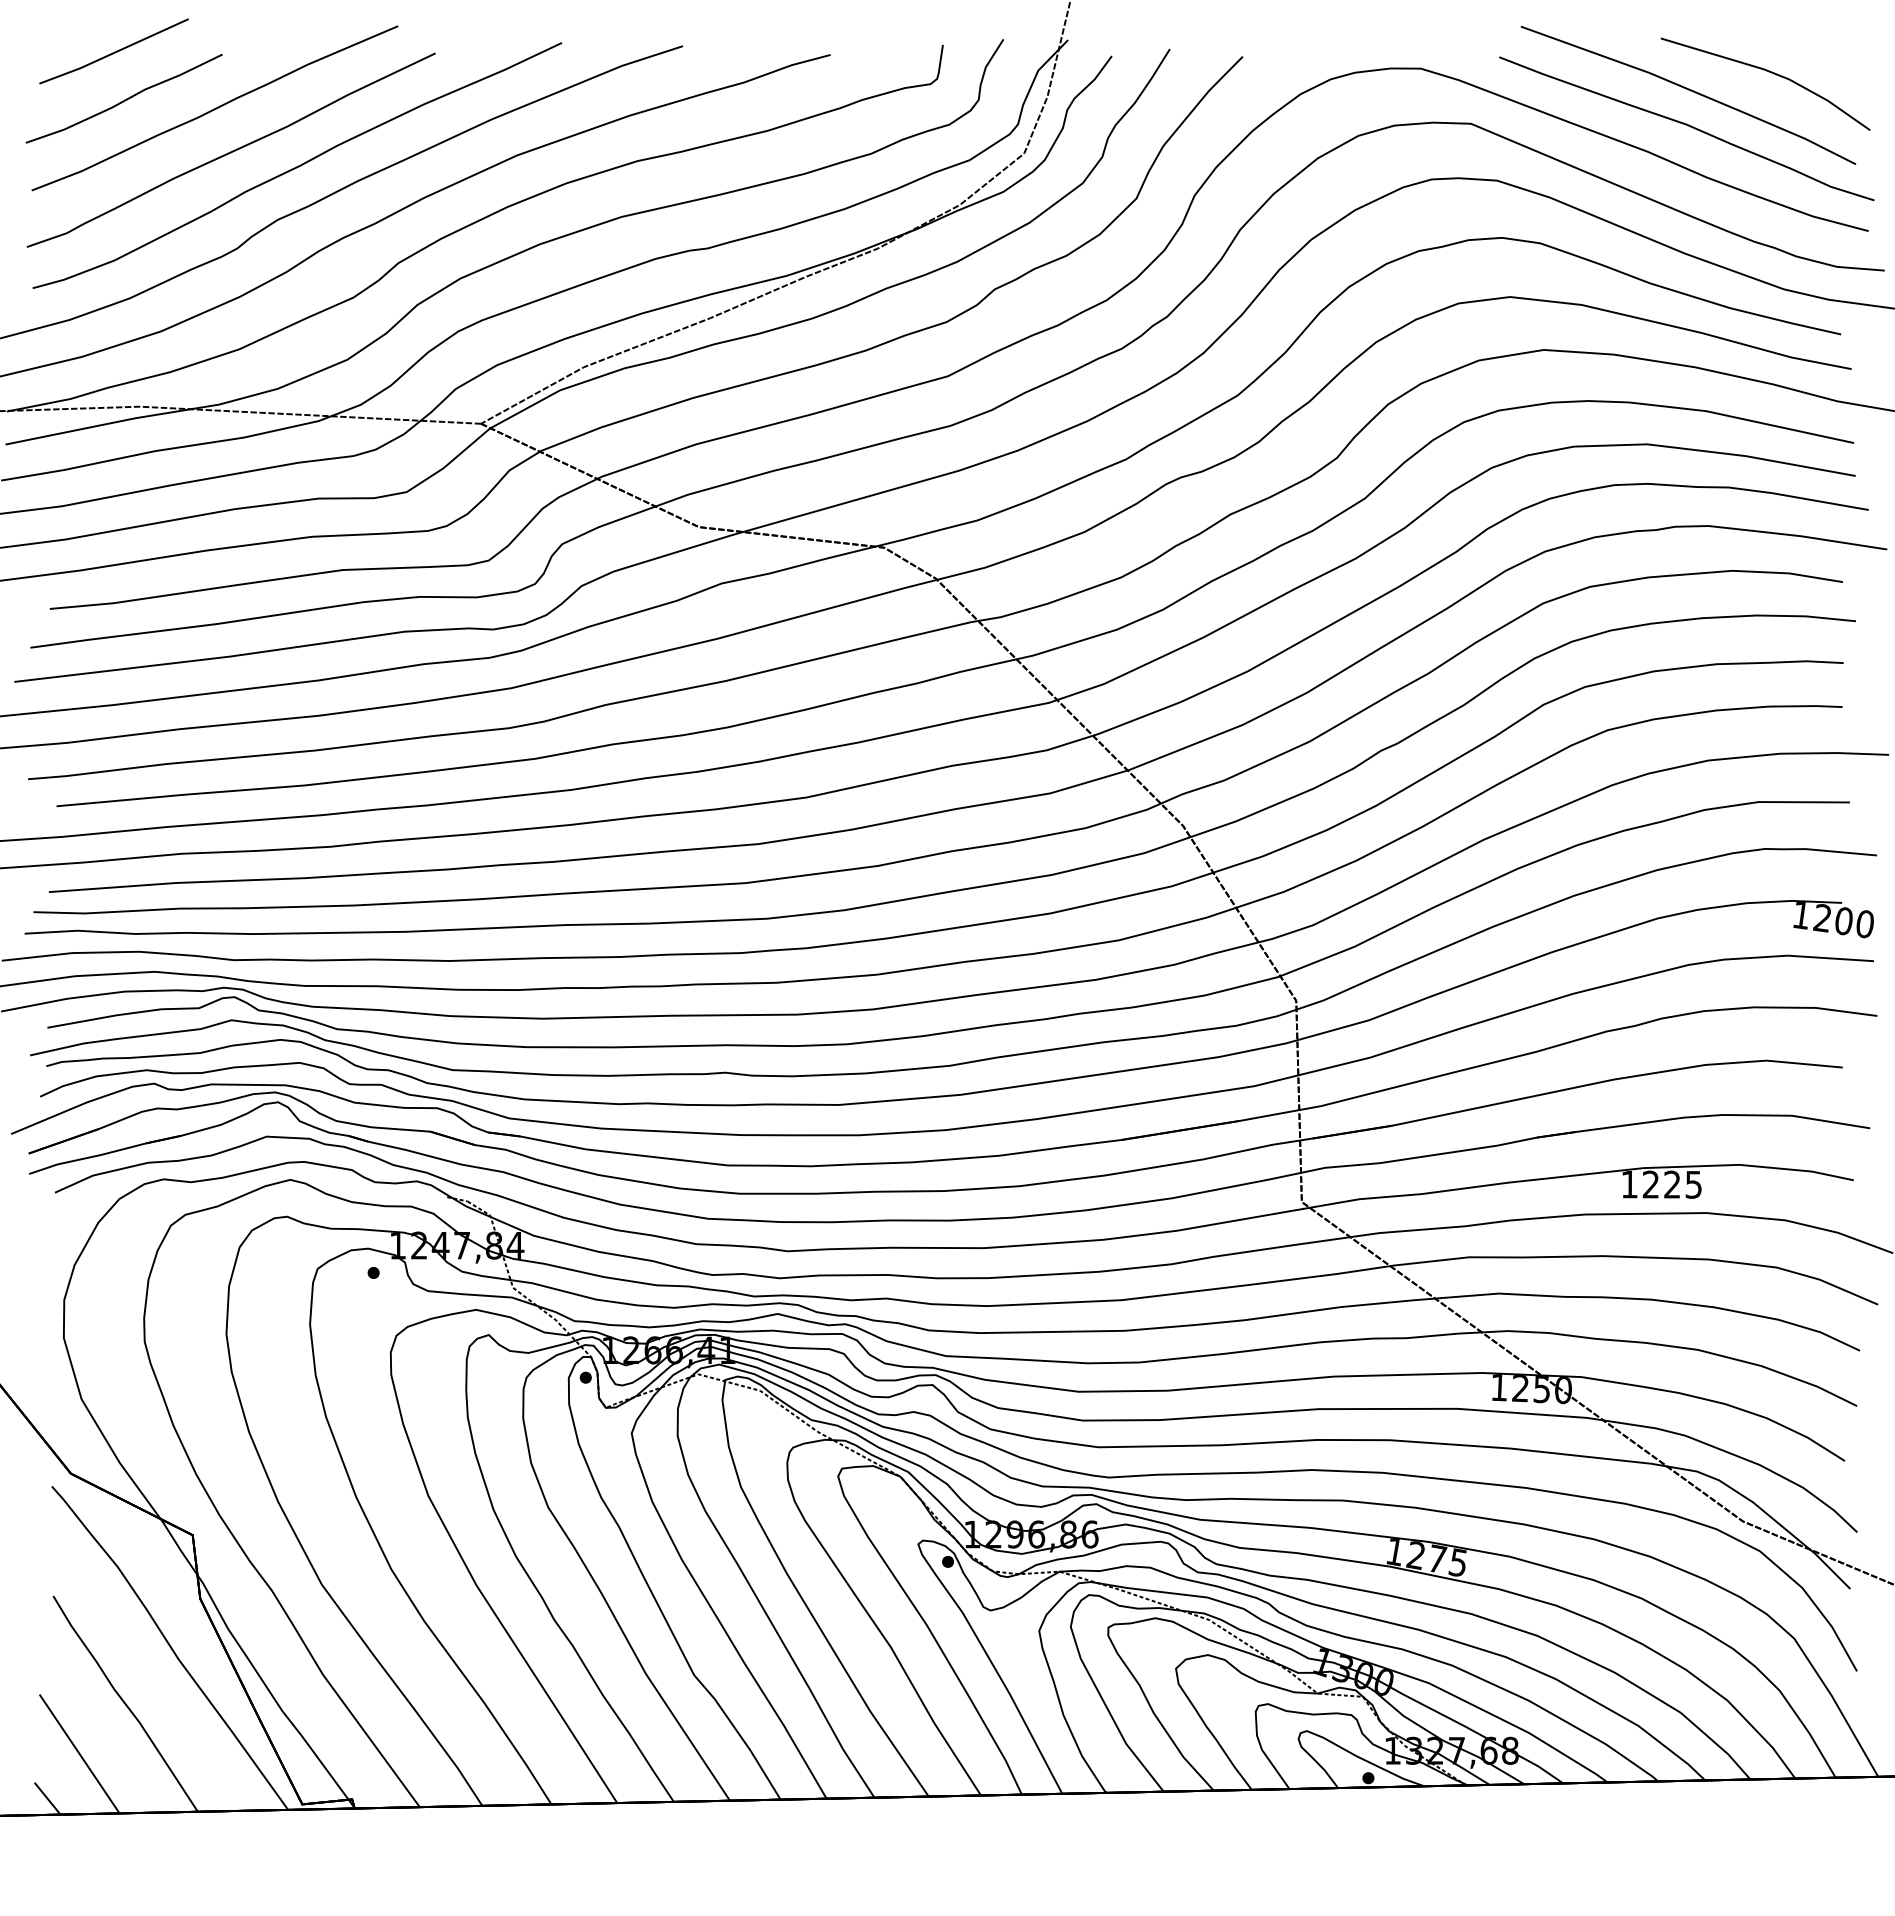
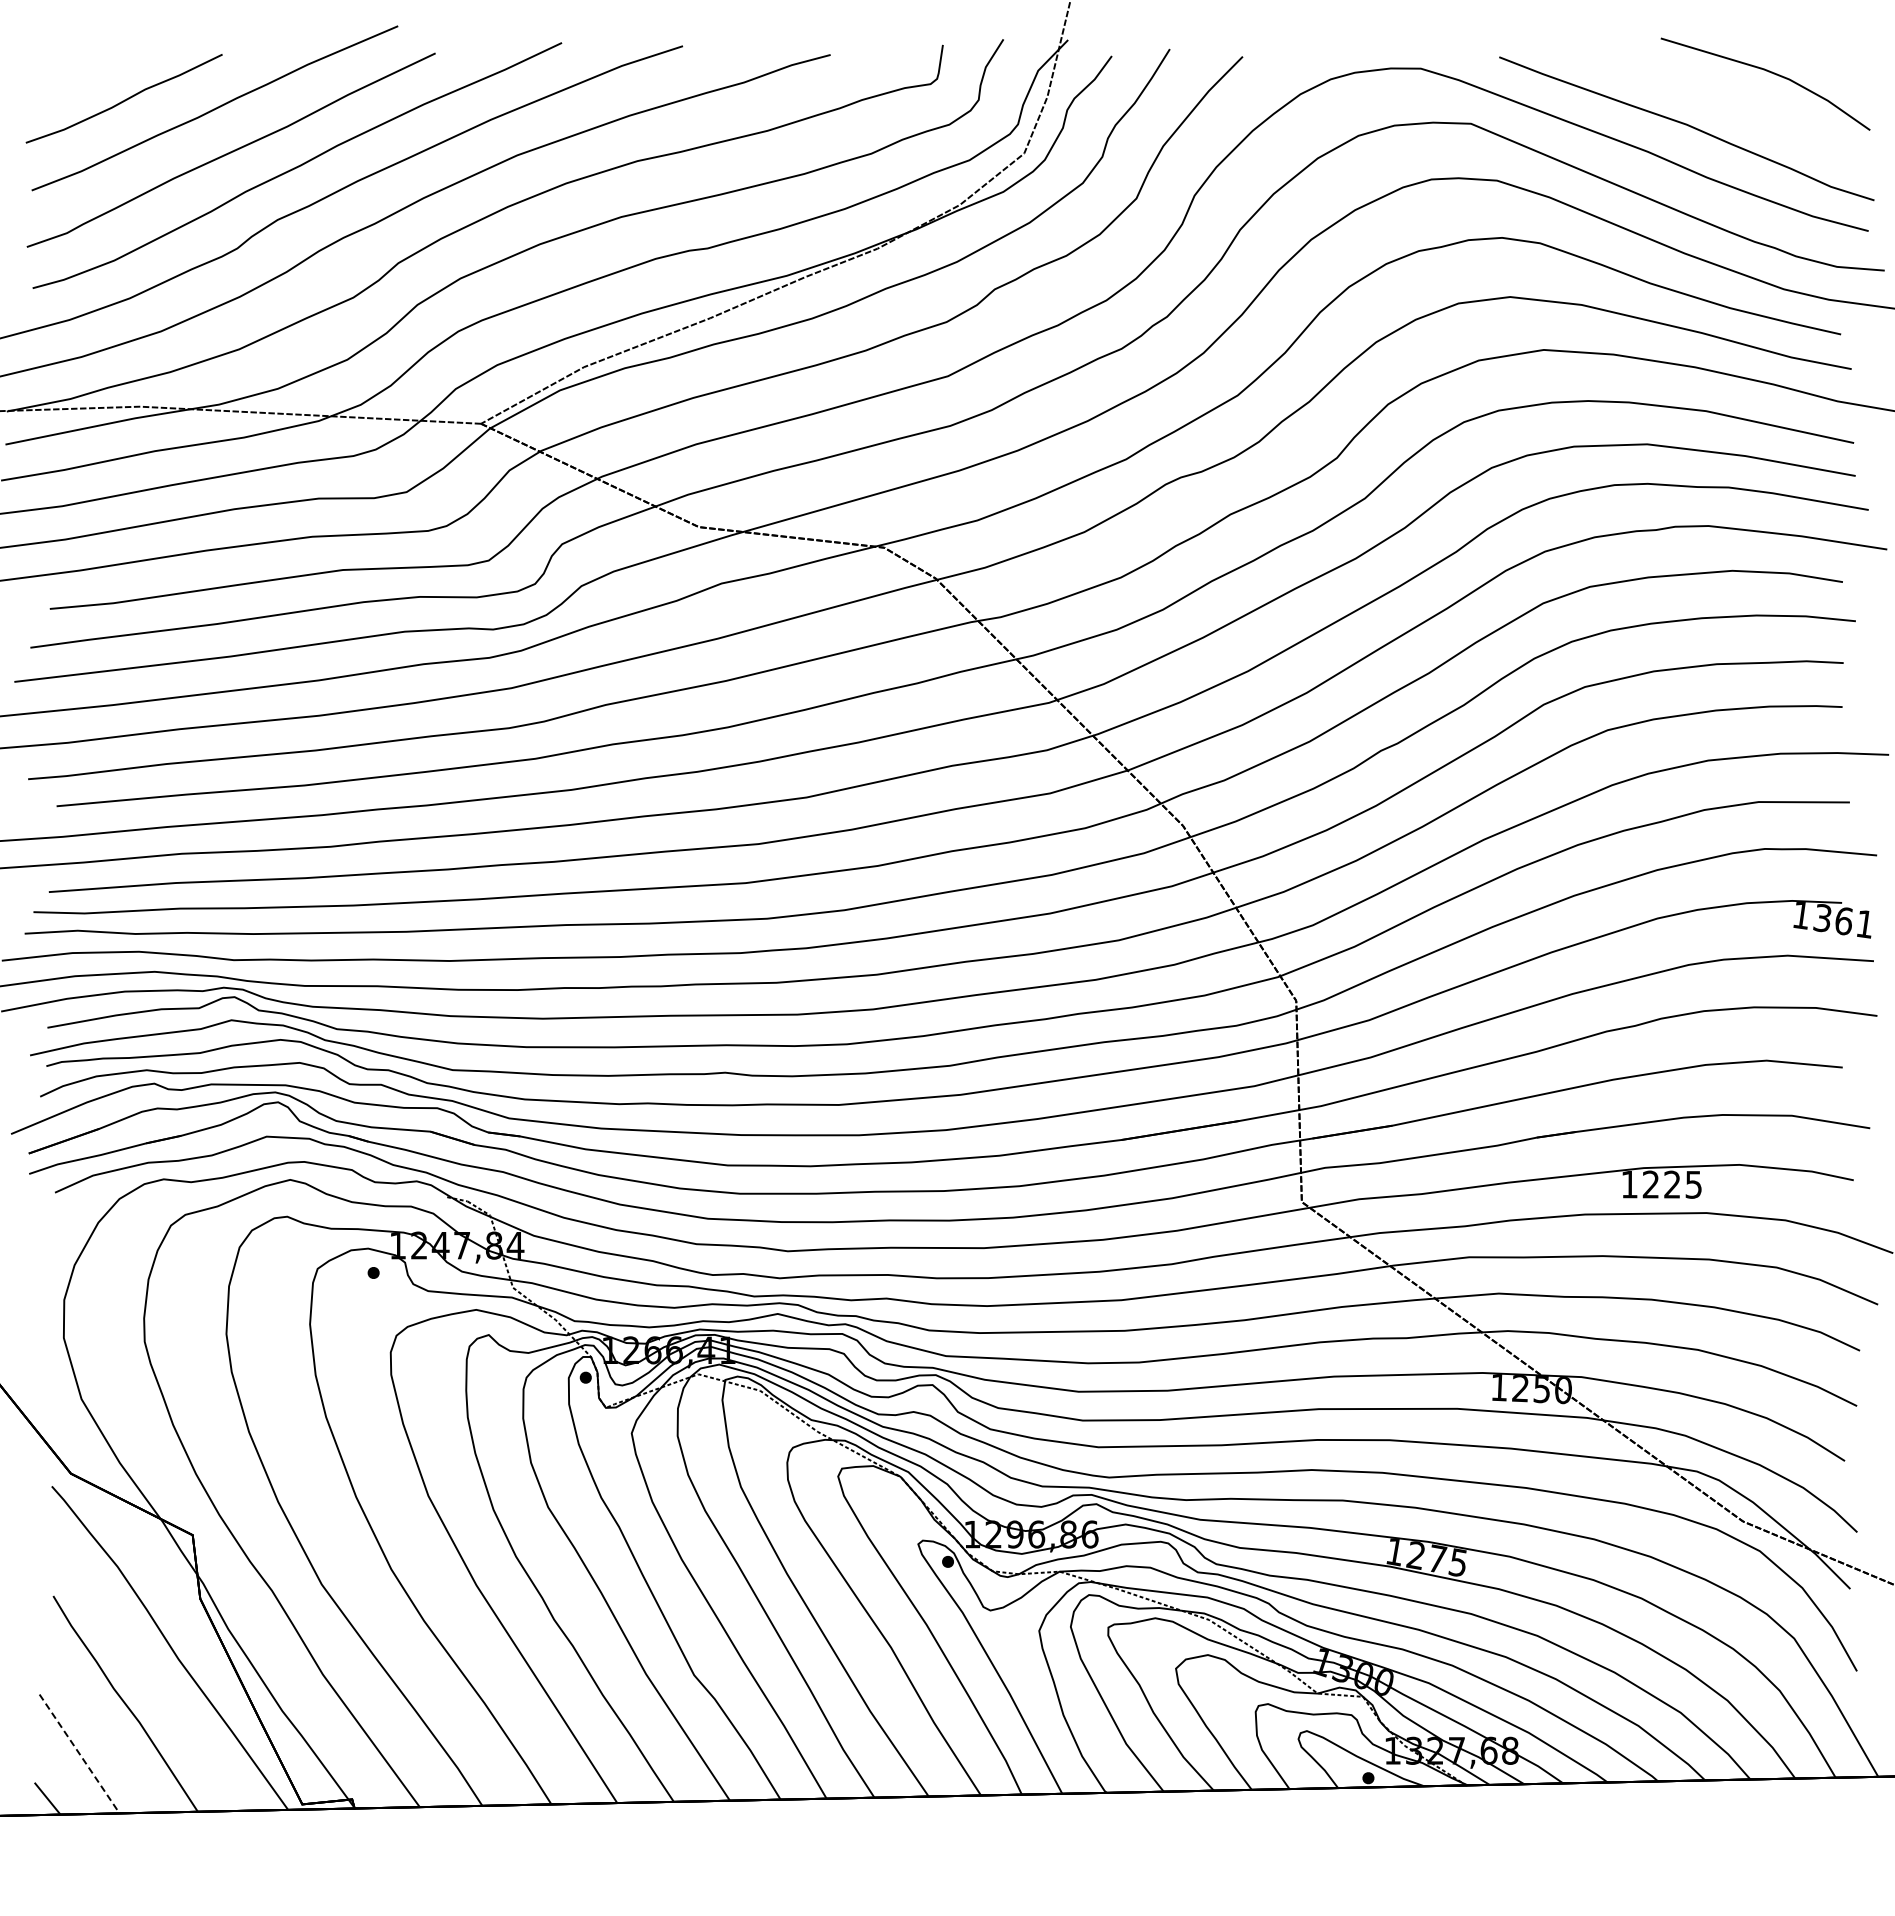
line at (114, 51): present -> none
line at (1690, 91): present -> none
text at (1843, 921): 1200 -> 1361
line at (79, 1753): solid -> dashed
